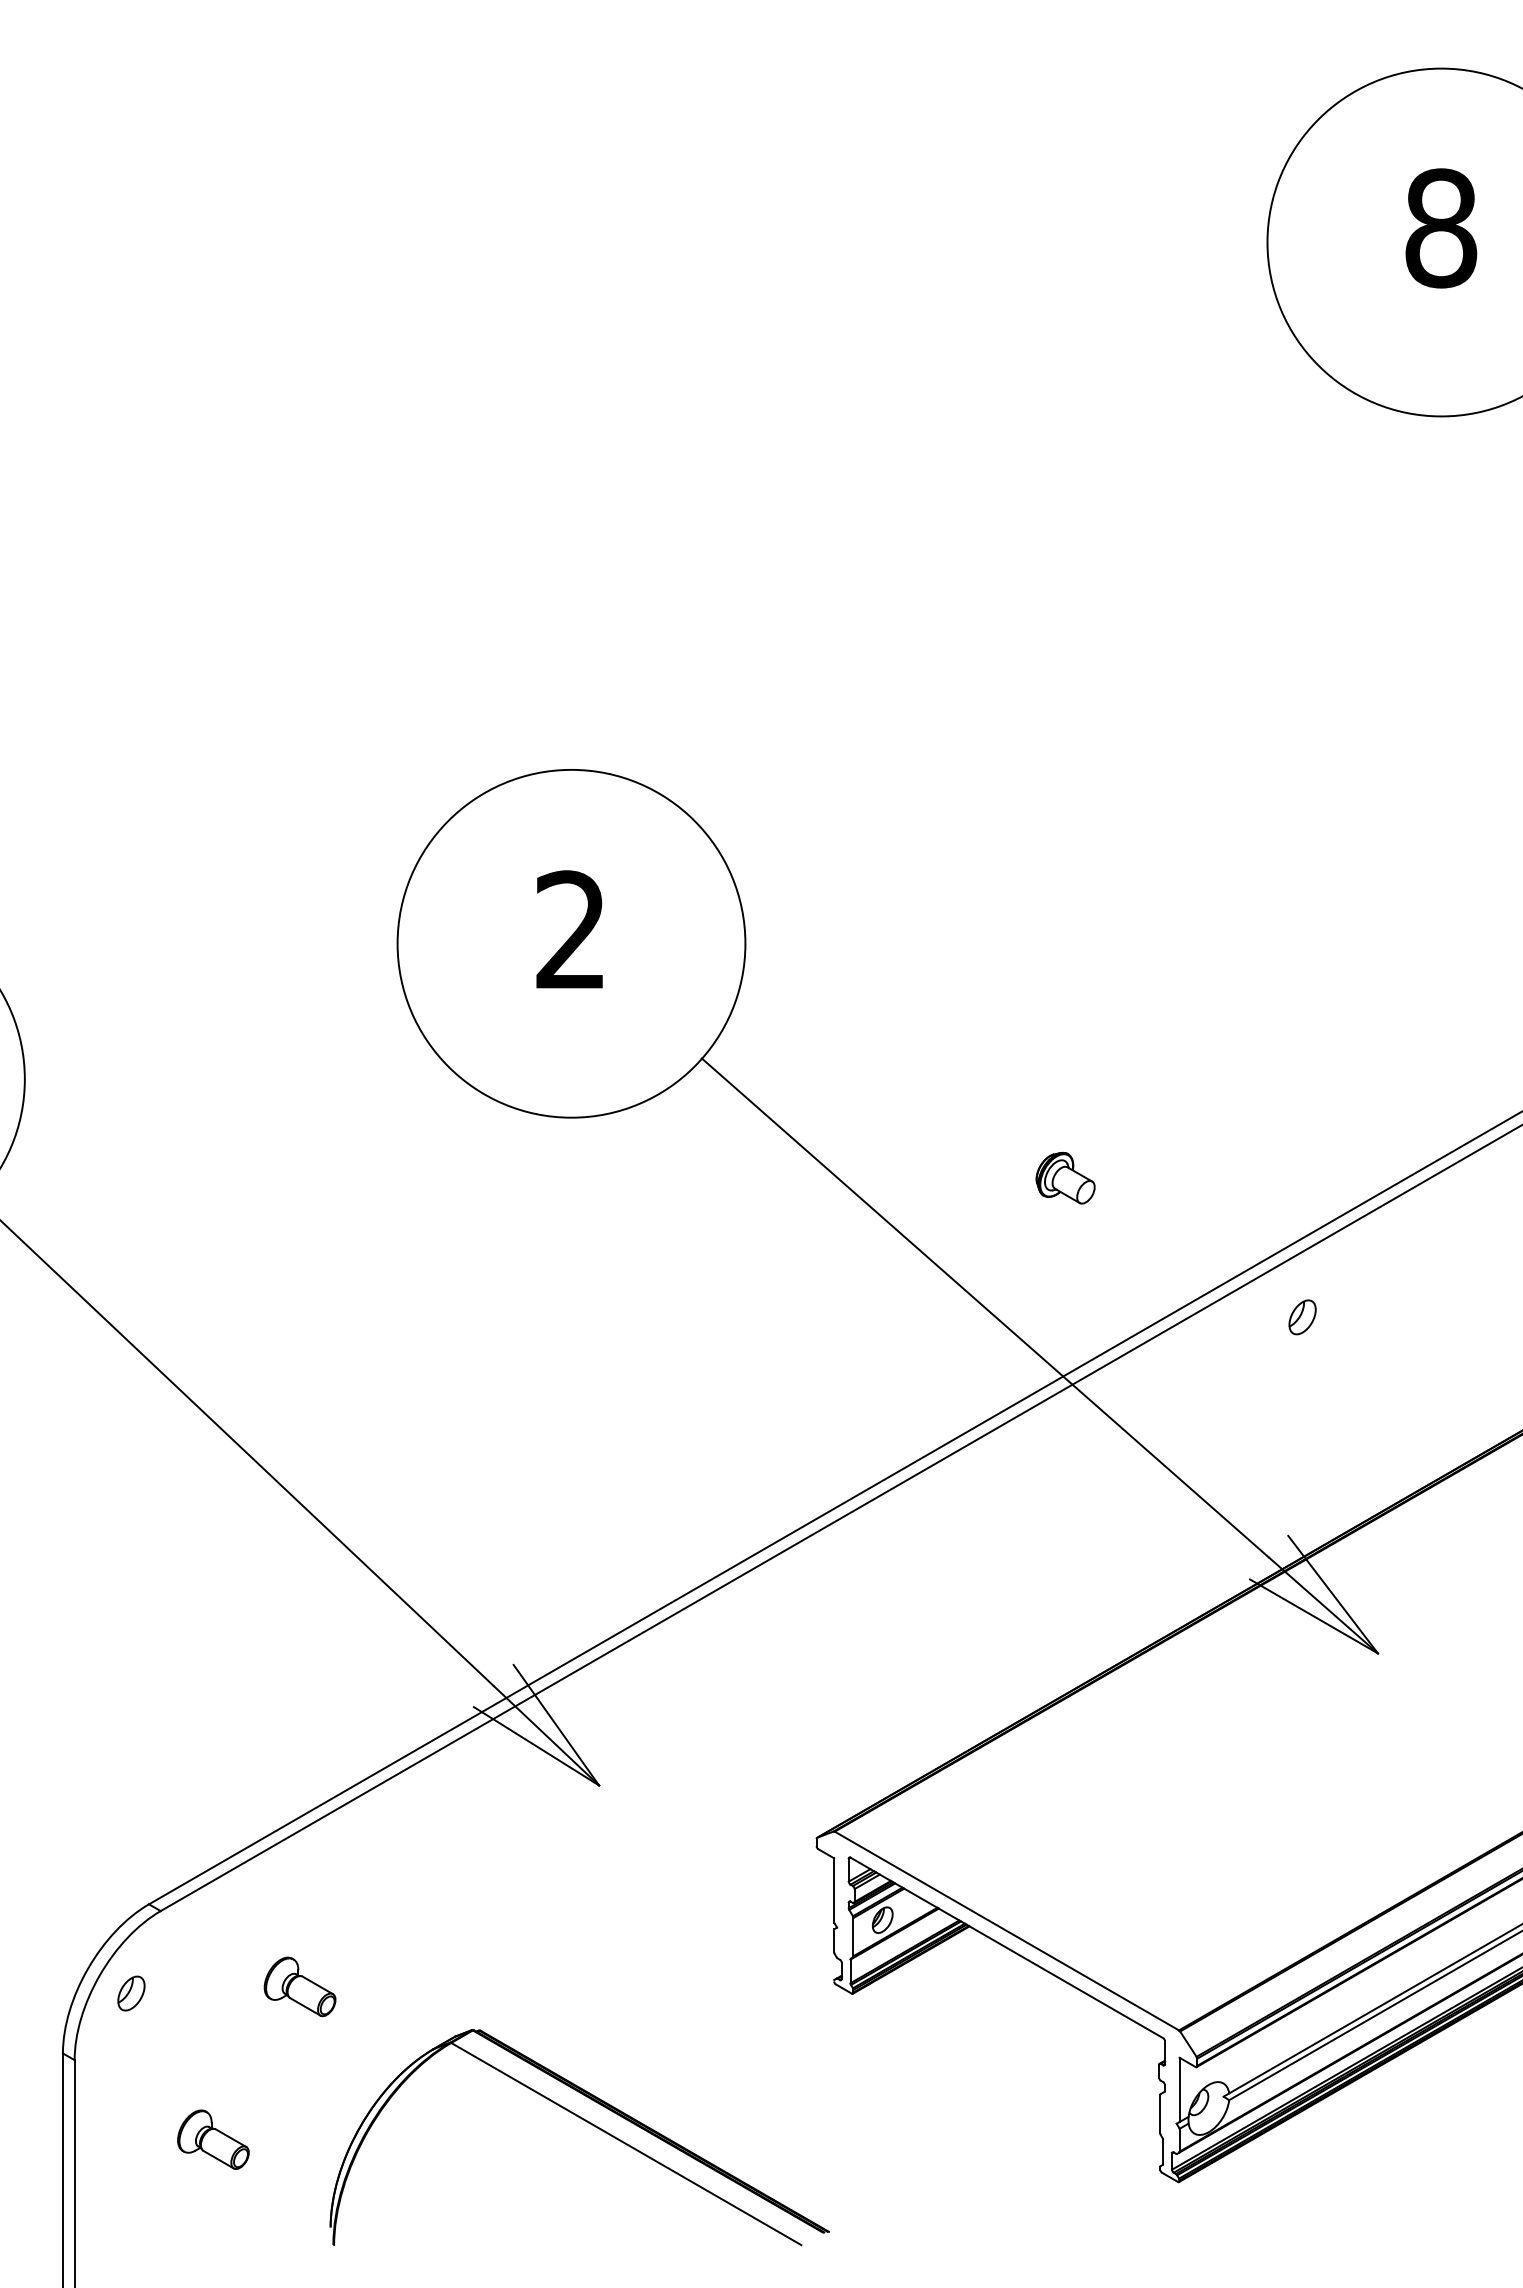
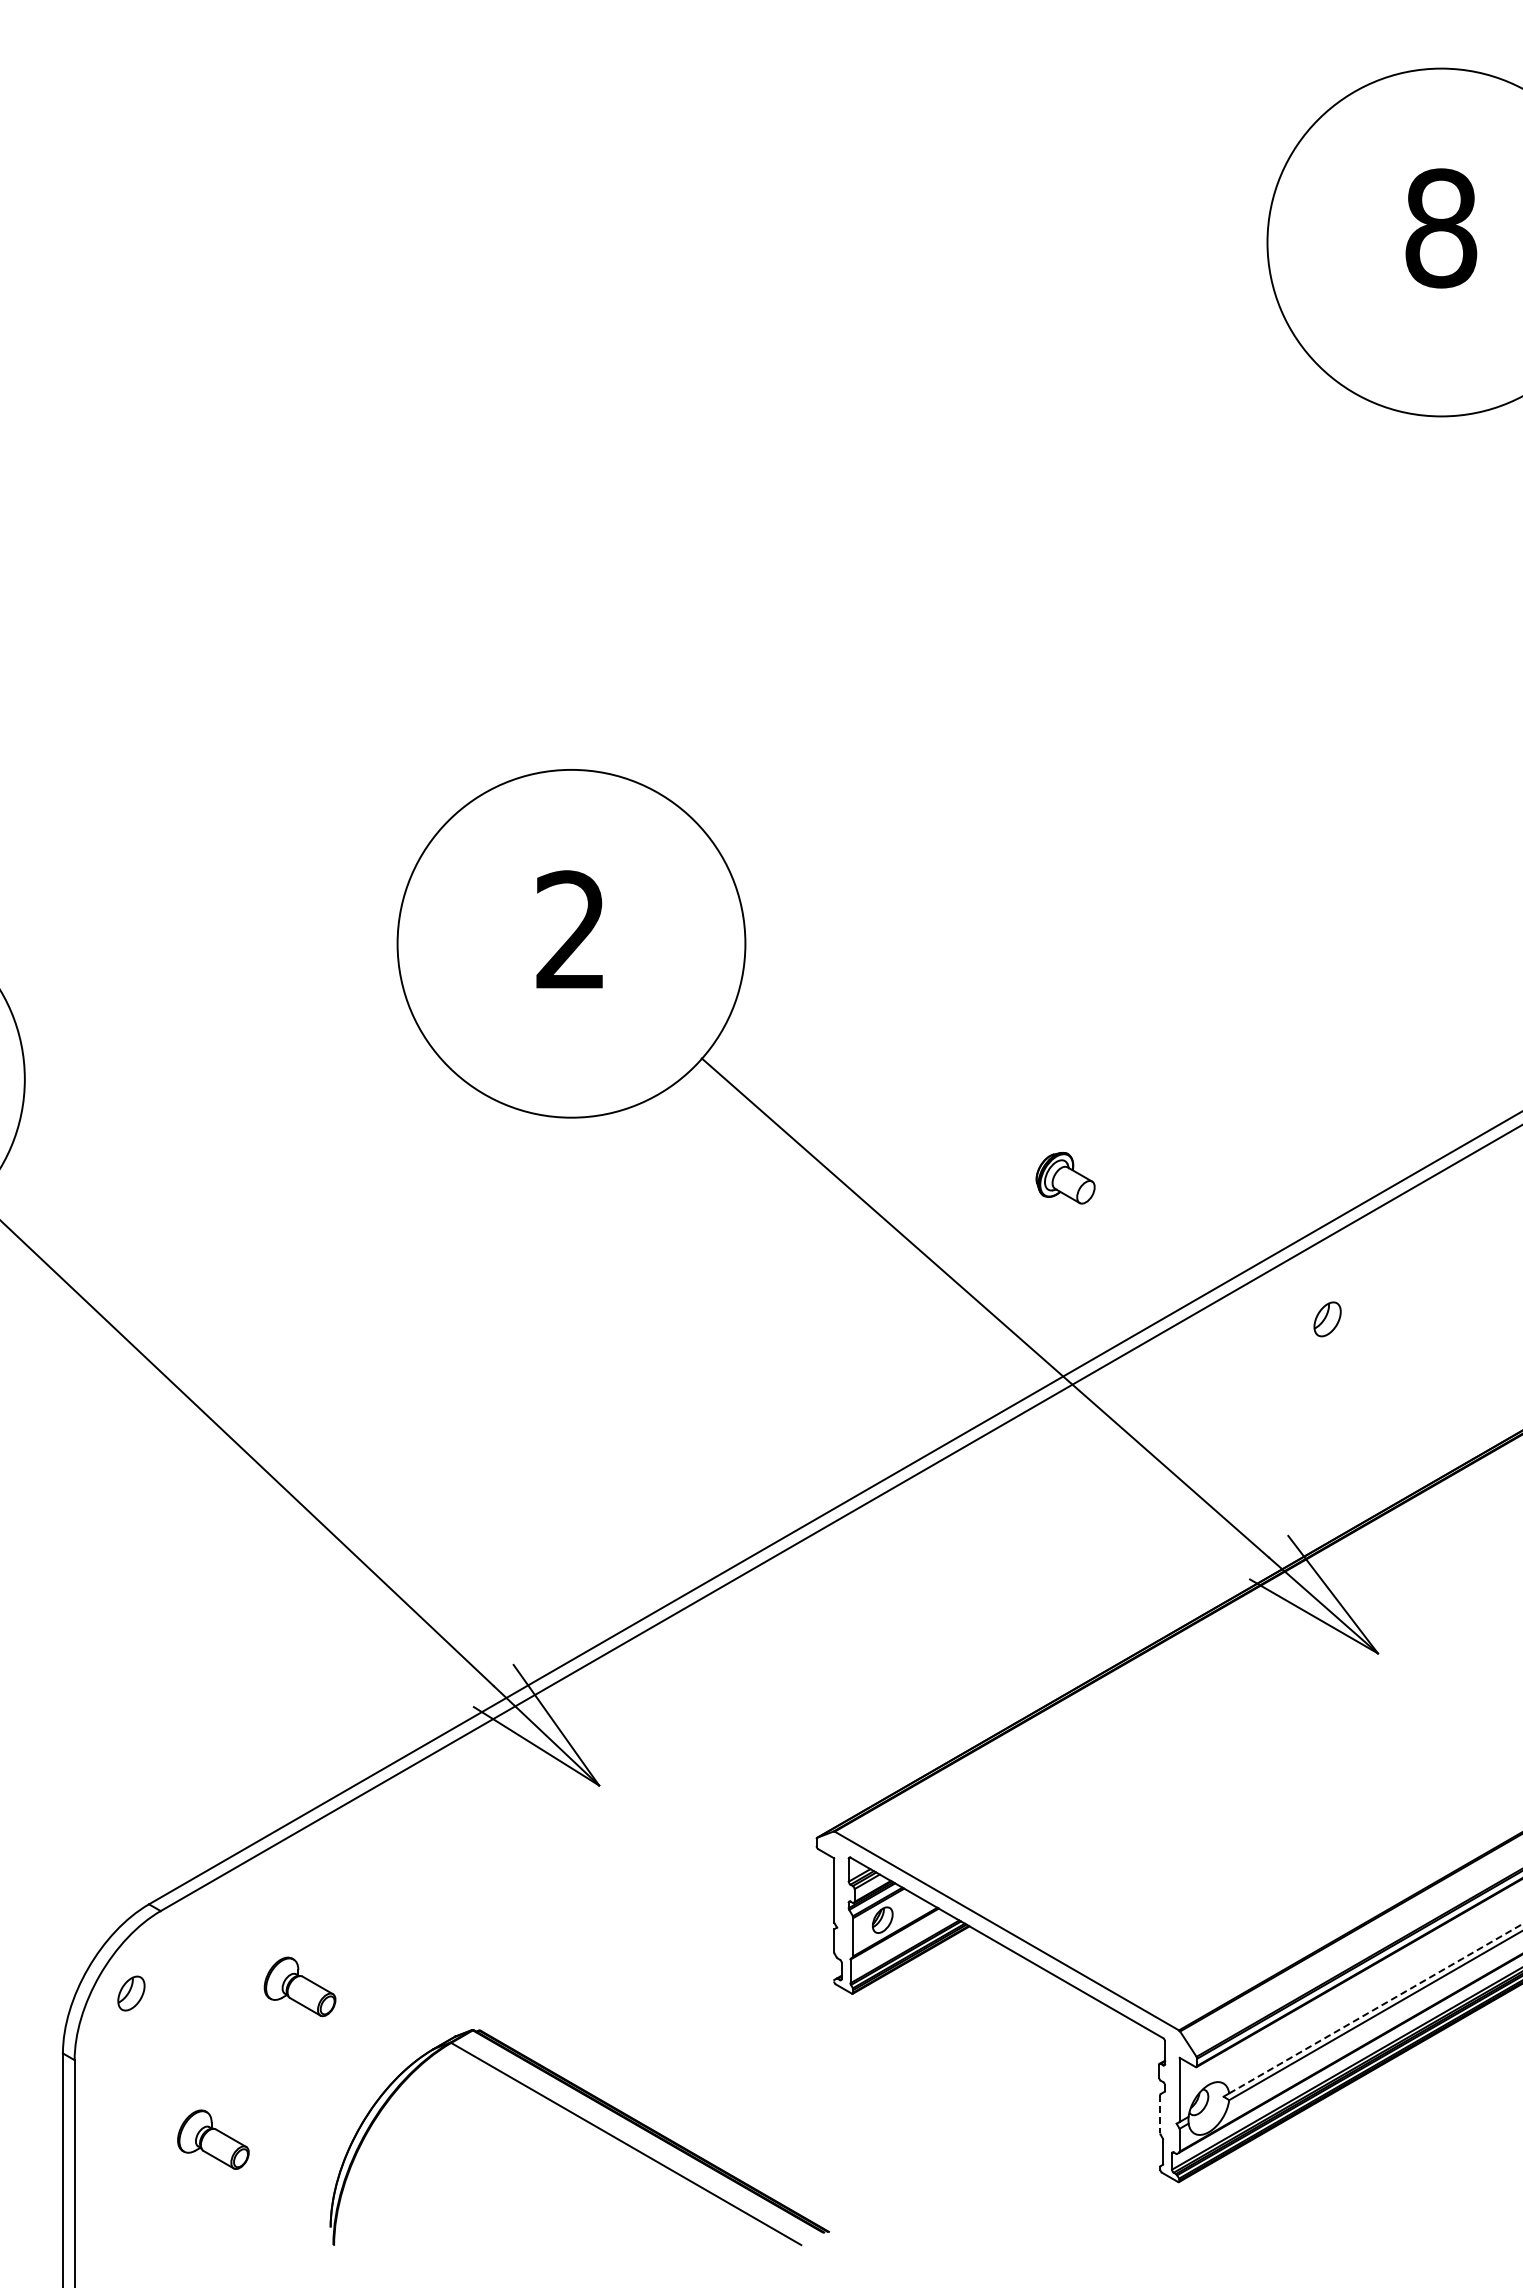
part at (1302, 1317) position: (1302, 1317) -> (1327, 1319)
line at (1376, 2008): solid -> dashed
line at (1160, 2114): solid -> dashed
